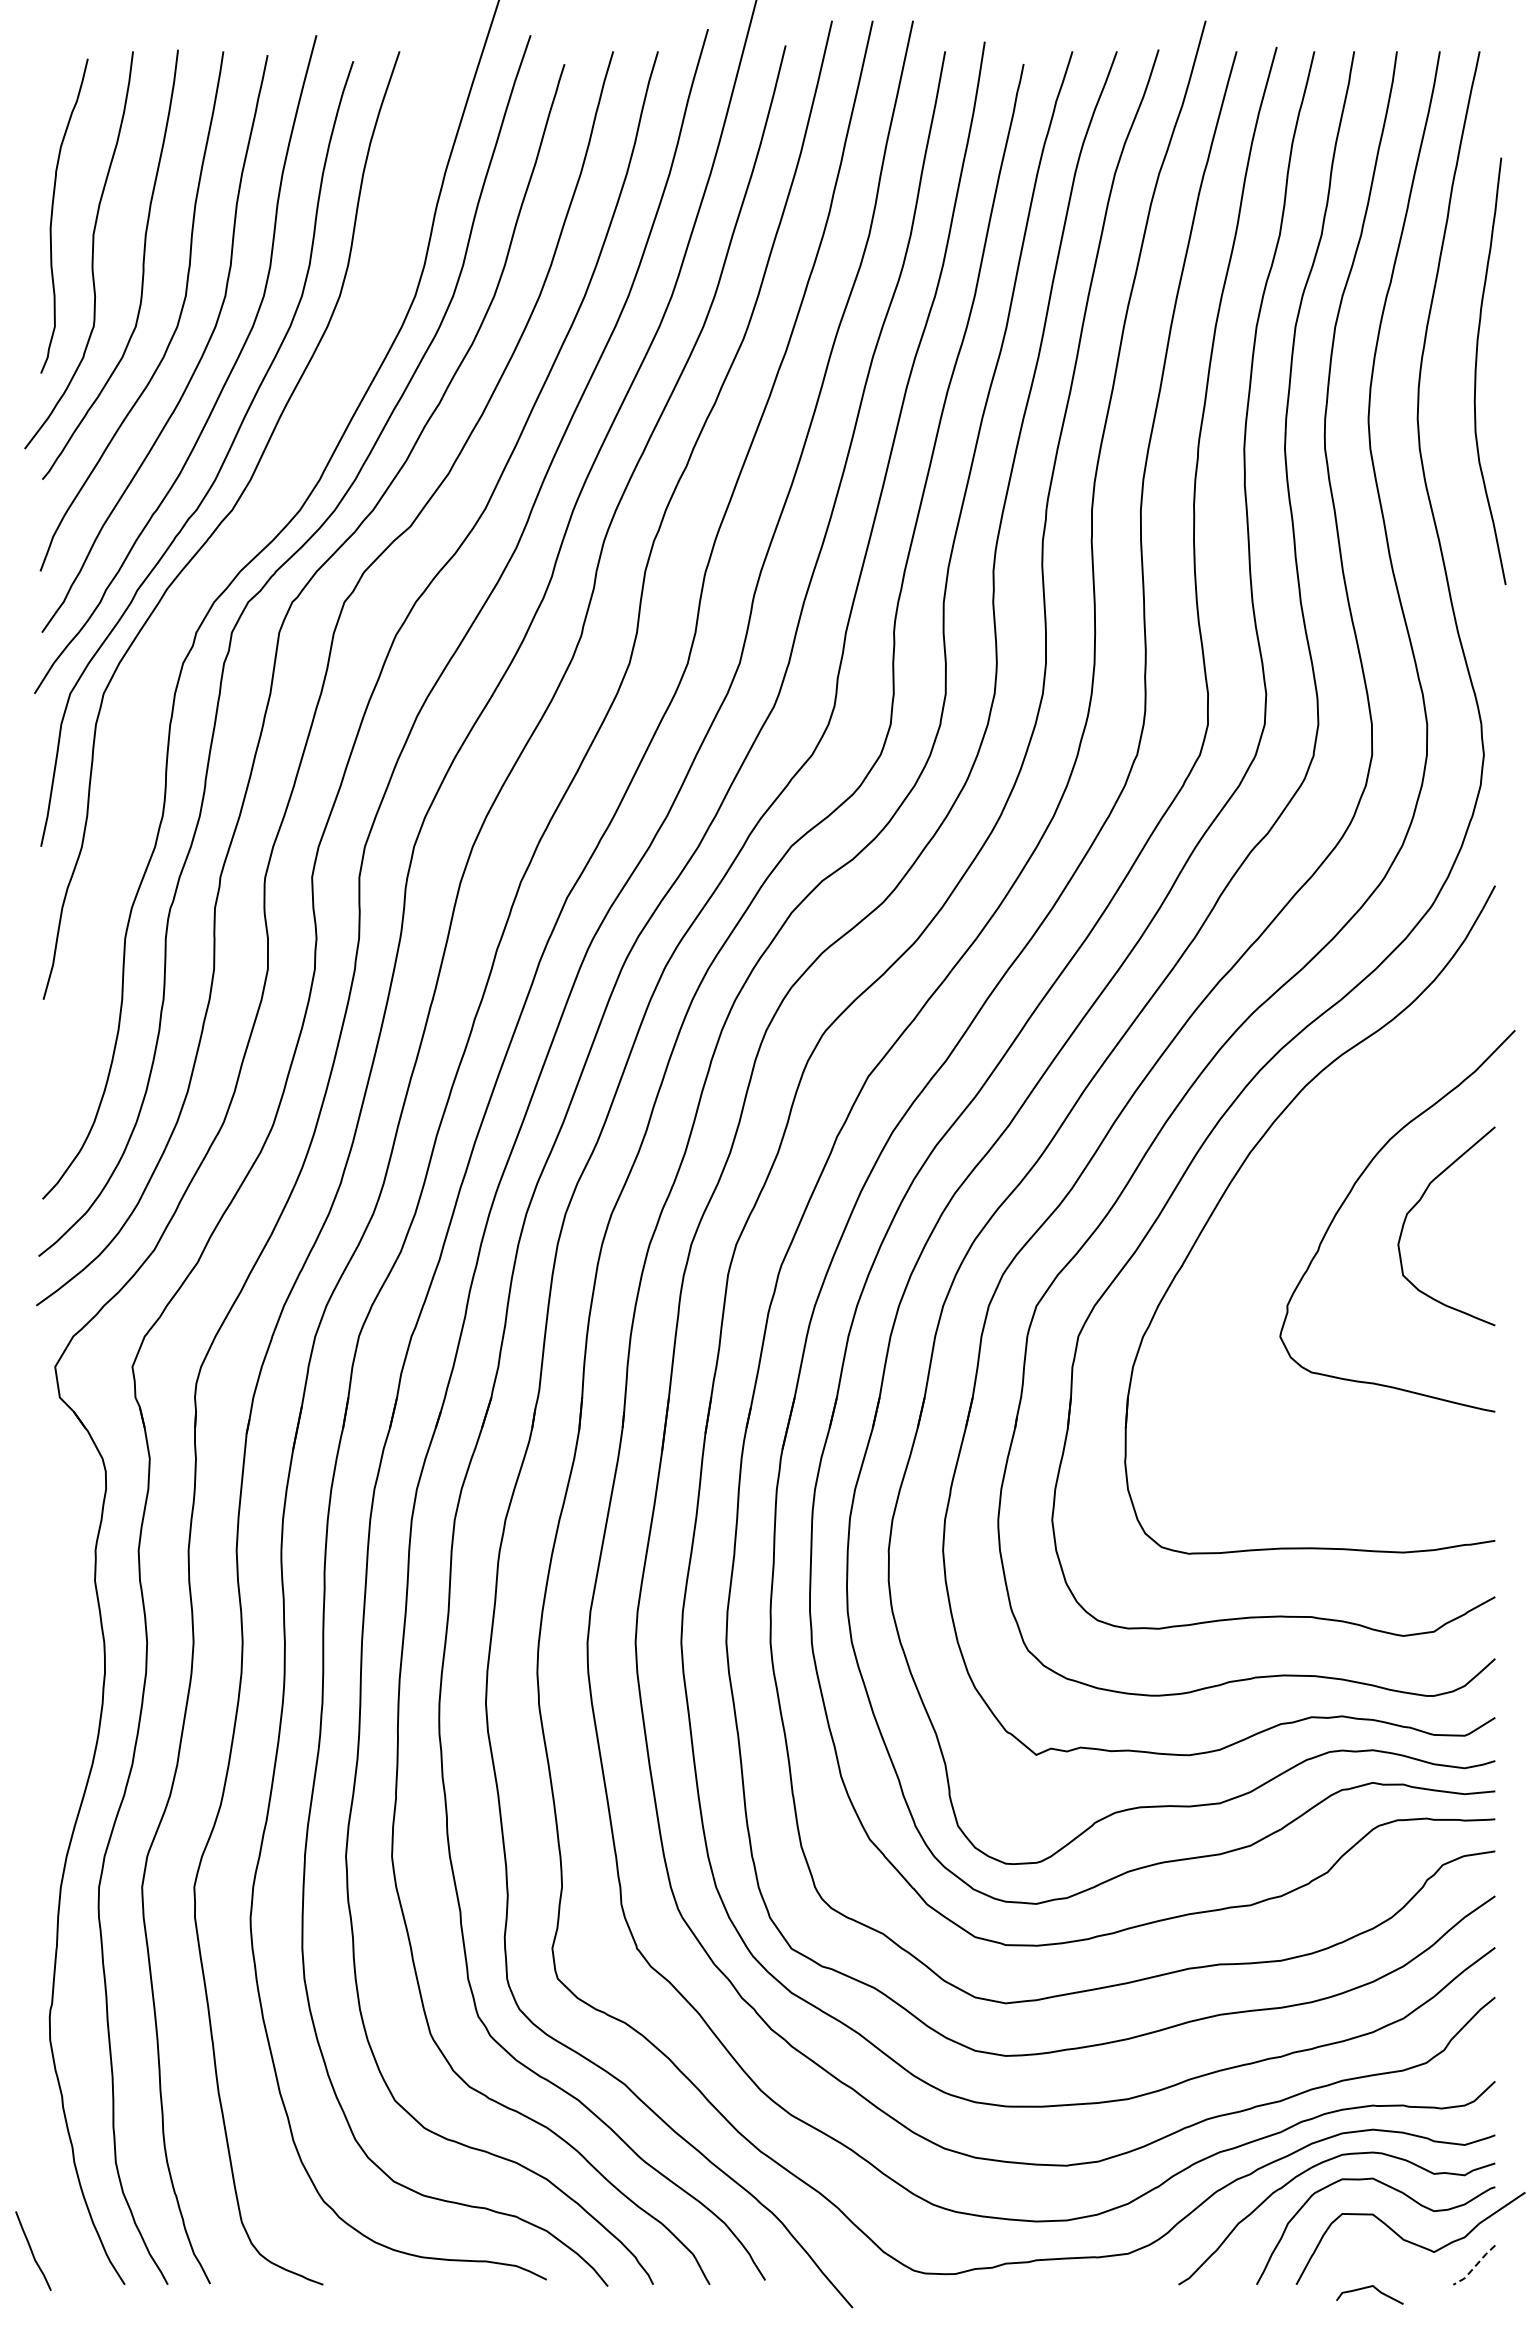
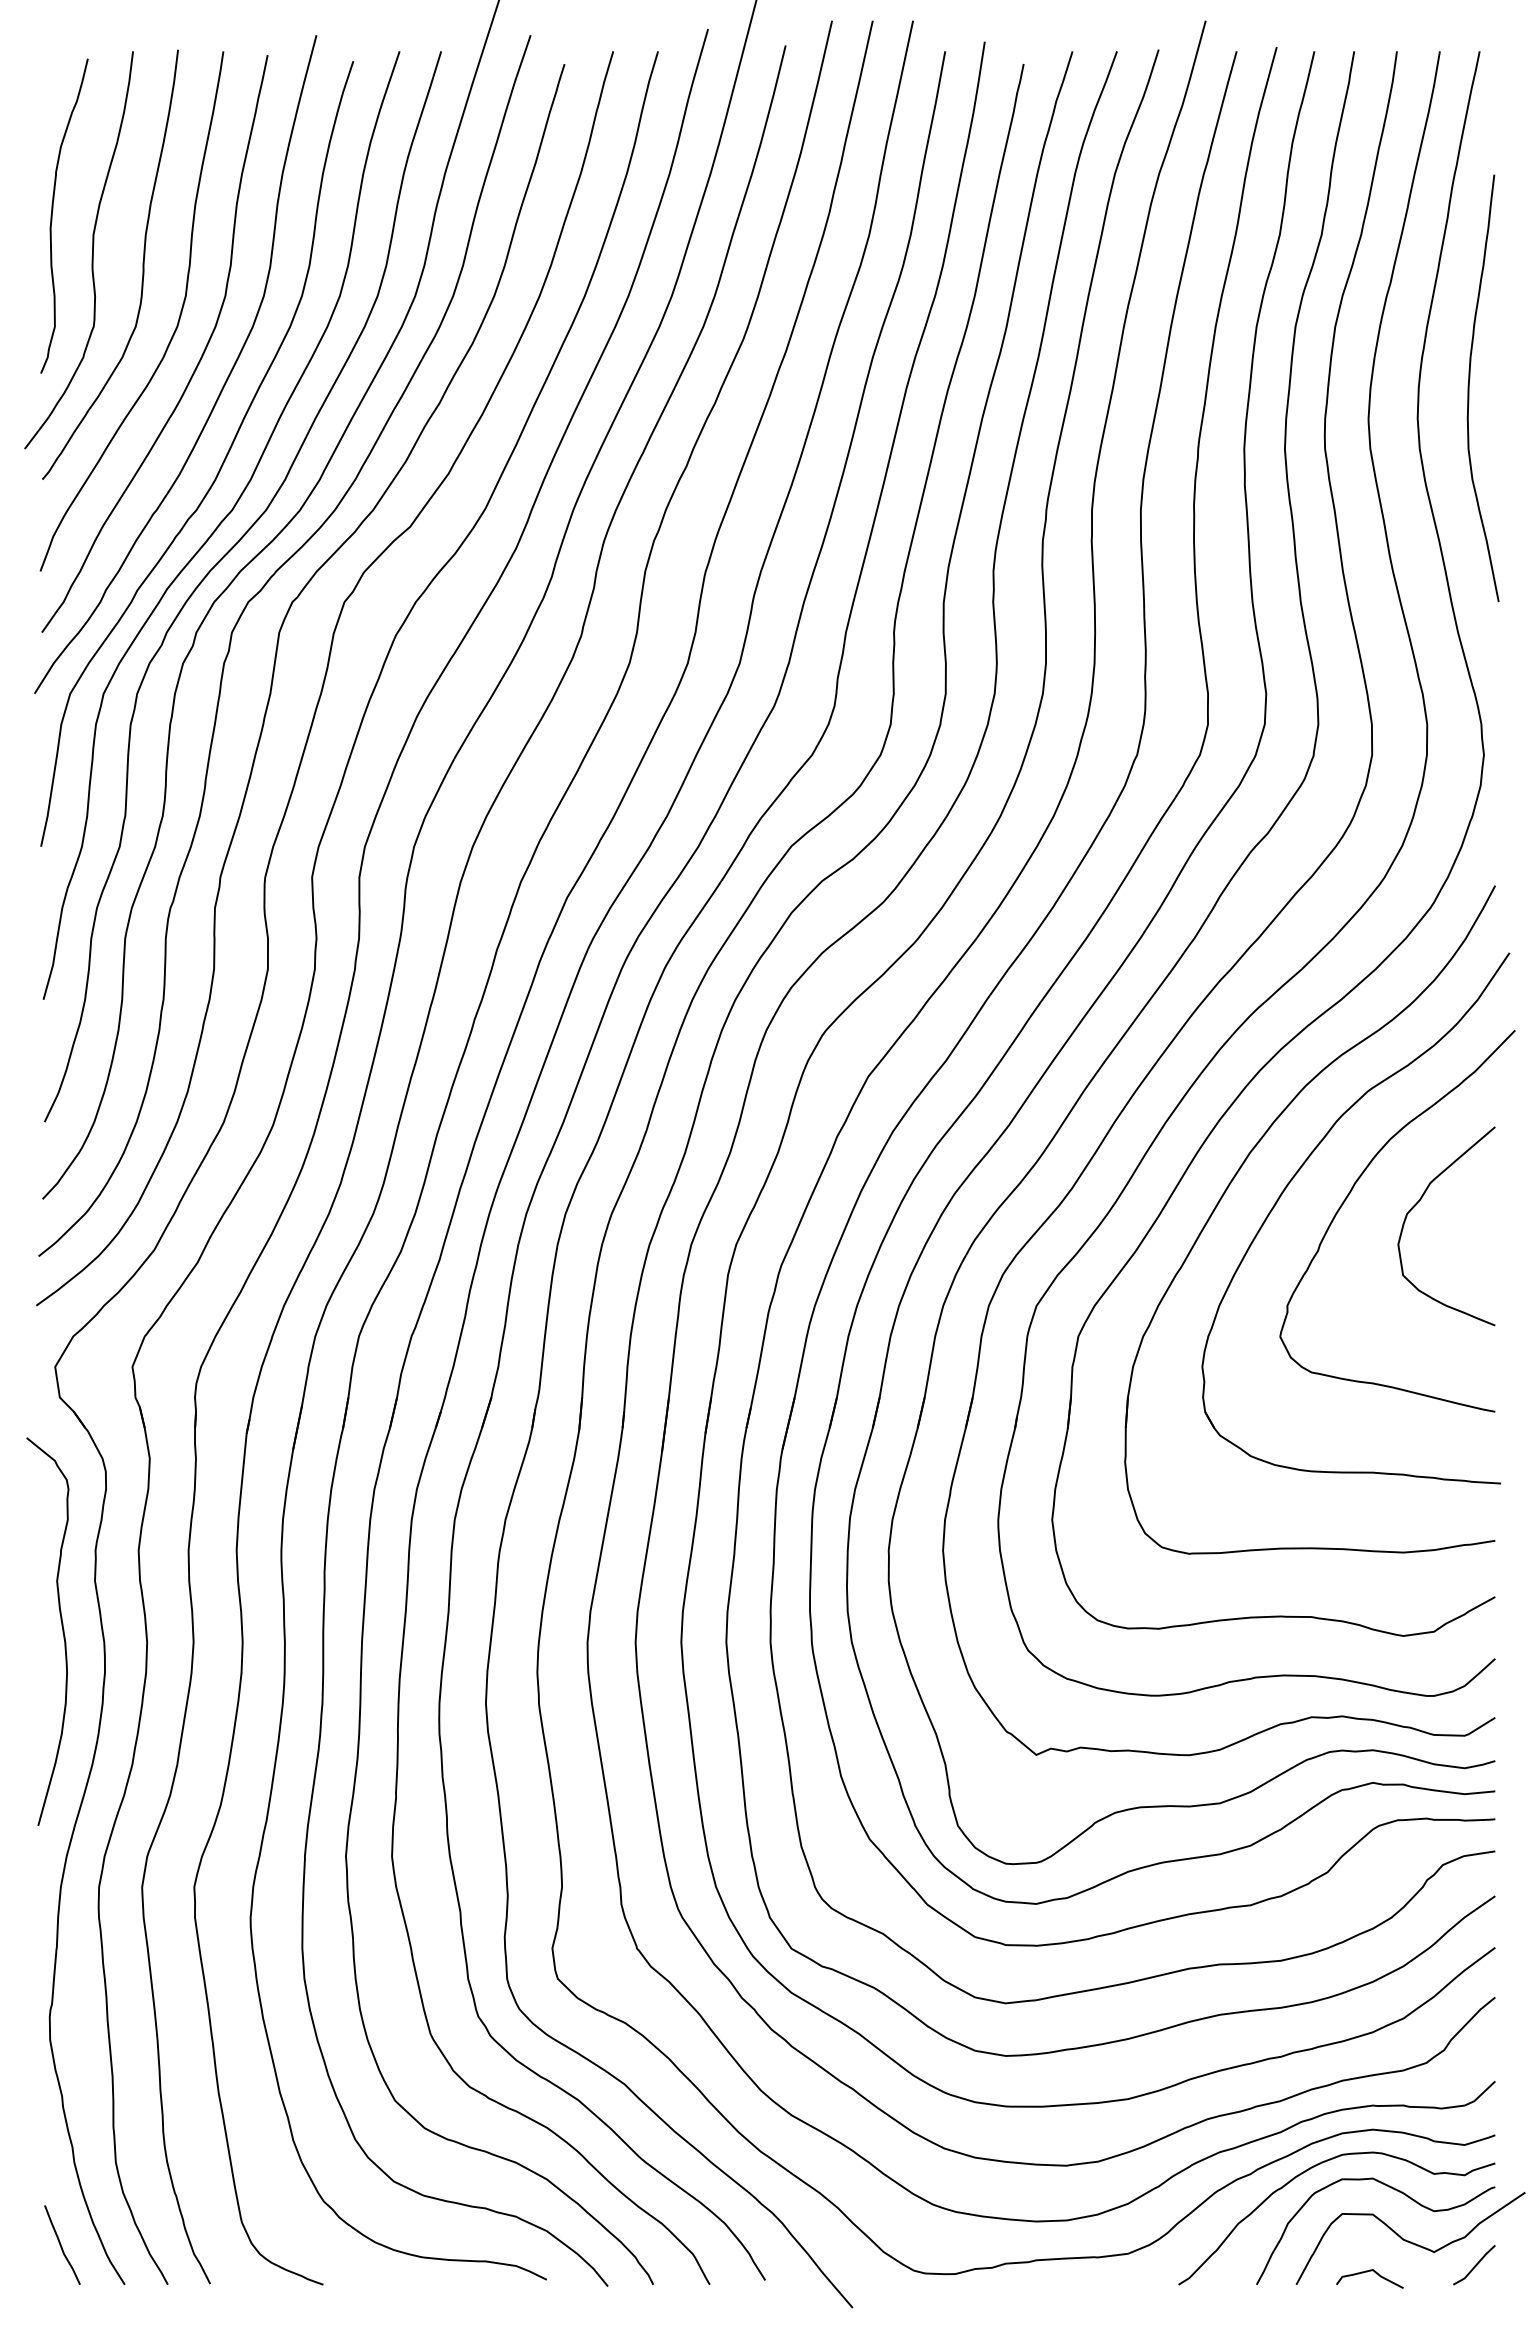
curve at (1476, 370) position: (1476, 370) -> (1469, 387)
curve at (219, 562): none -> present
part at (1295, 1176): none -> present
curve at (61, 1626): none -> present
curve at (32, 2250) position: (32, 2250) -> (61, 2244)
line at (1475, 2266): dashed -> solid
curve at (1367, 2288) position: (1367, 2288) -> (1367, 2272)
